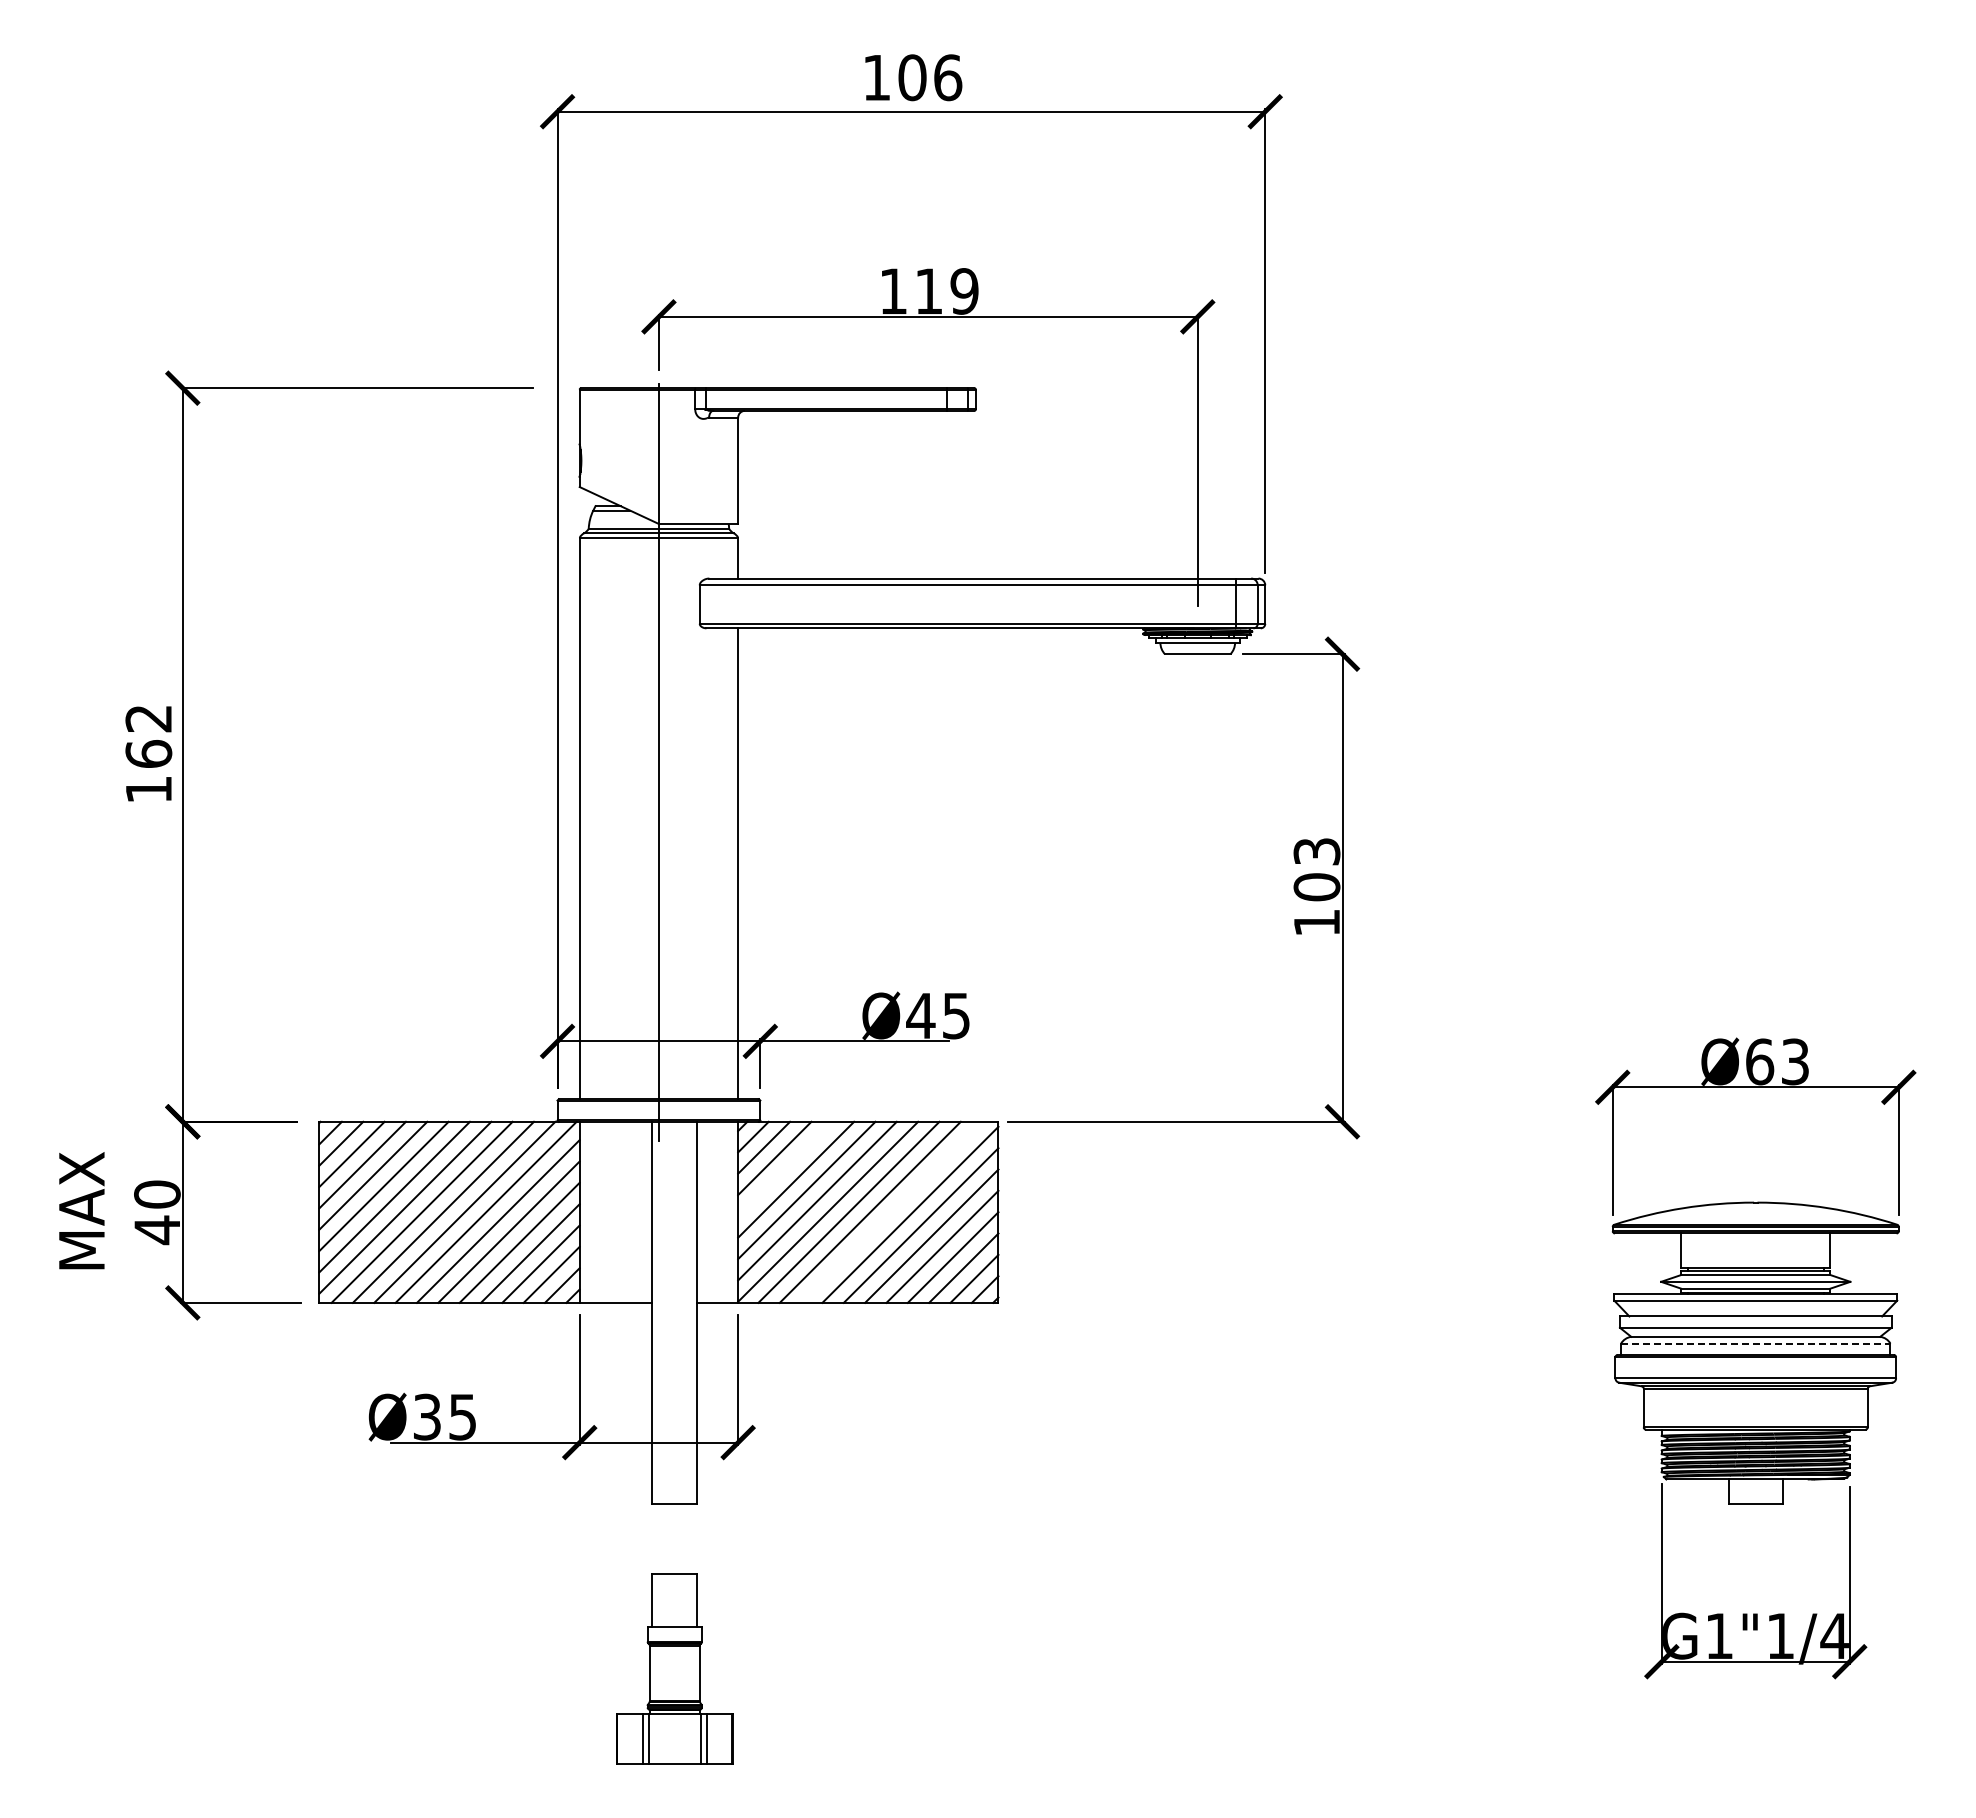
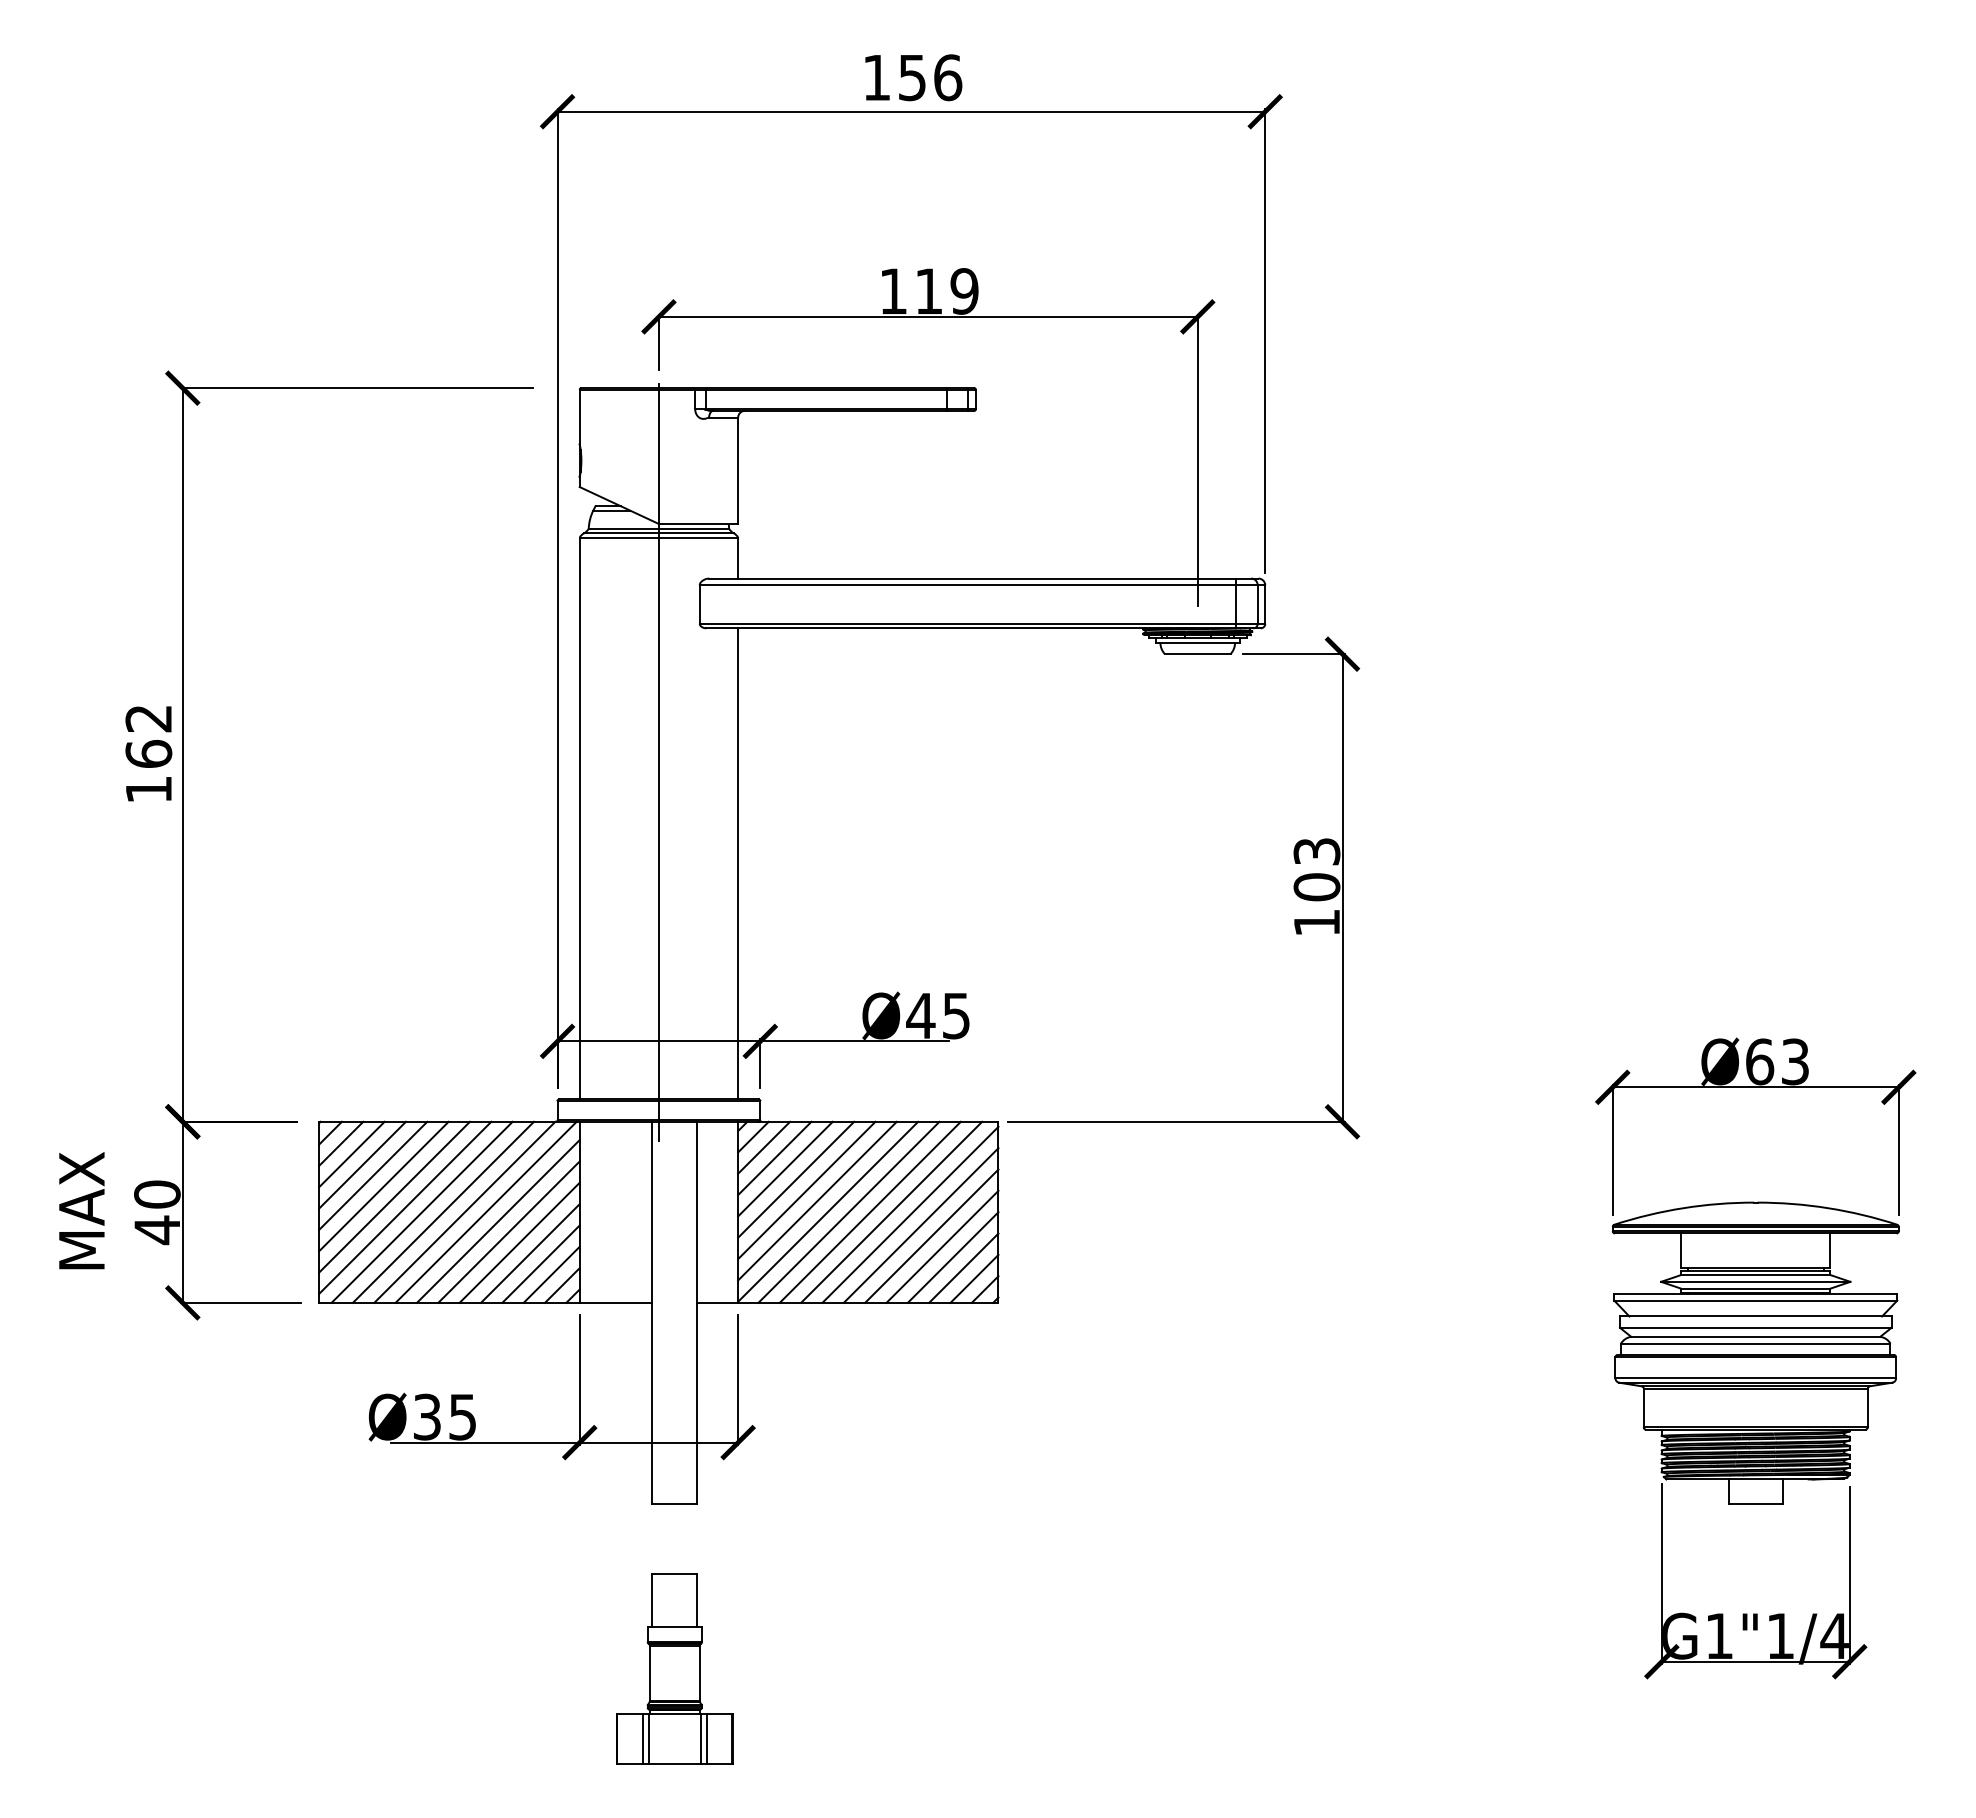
text at (912, 77): 106 -> 156
line at (785, 1168): none -> present
line at (891, 1211): none -> present
line at (1755, 1343): dashed -> solid
